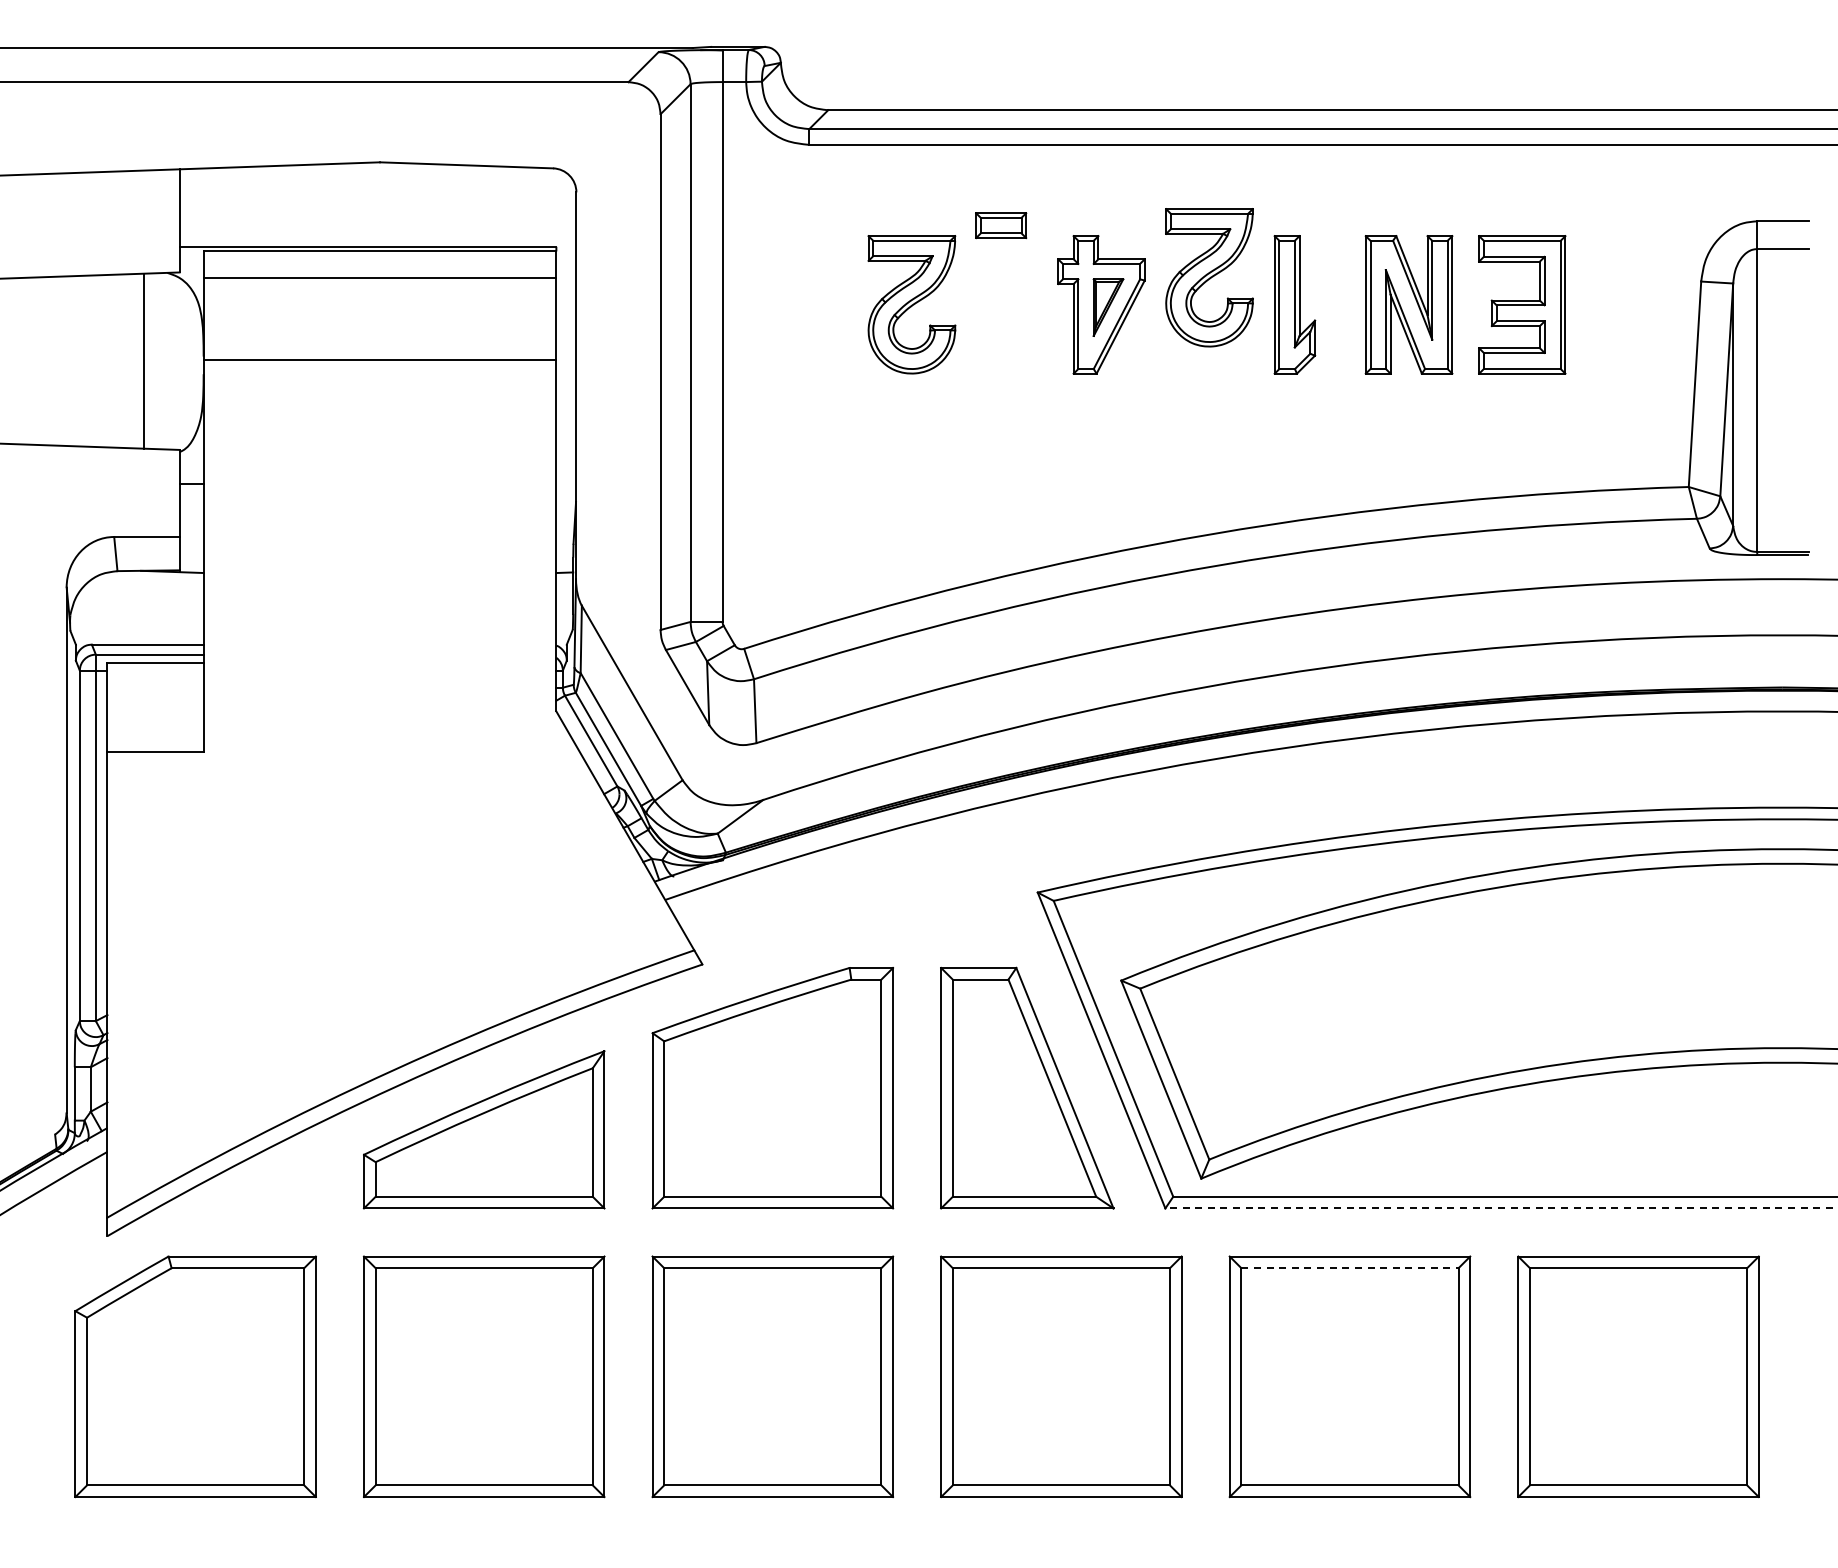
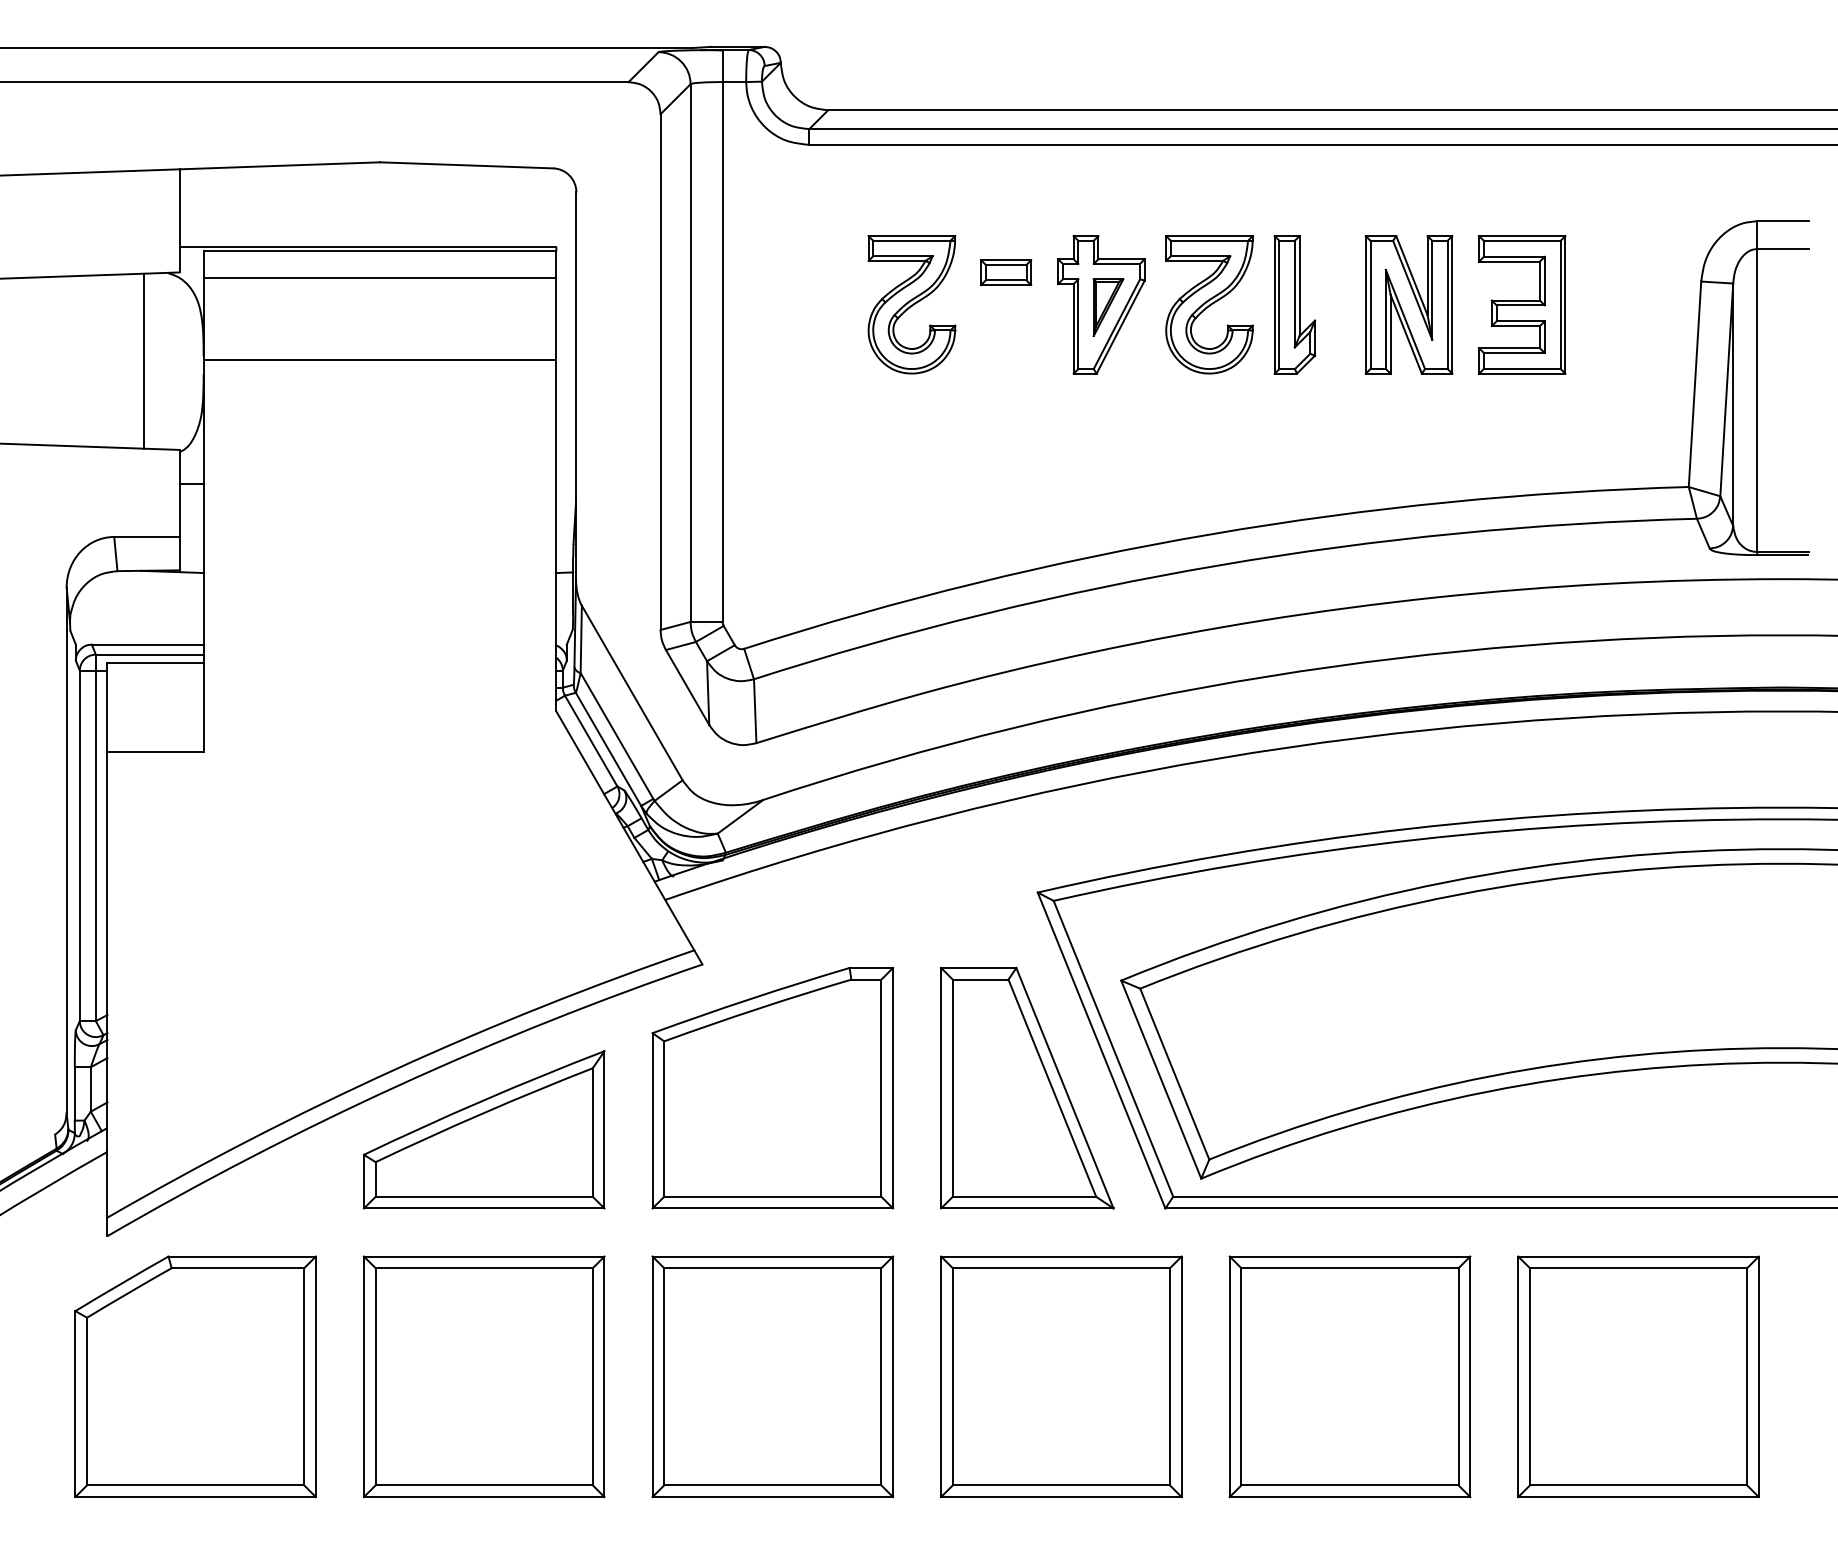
part at (1001, 225) position: (1001, 225) -> (1006, 272)
part at (1209, 277) position: (1209, 277) -> (1209, 304)
line at (1501, 1208): dashed -> solid
line at (1349, 1268): dashed -> solid
